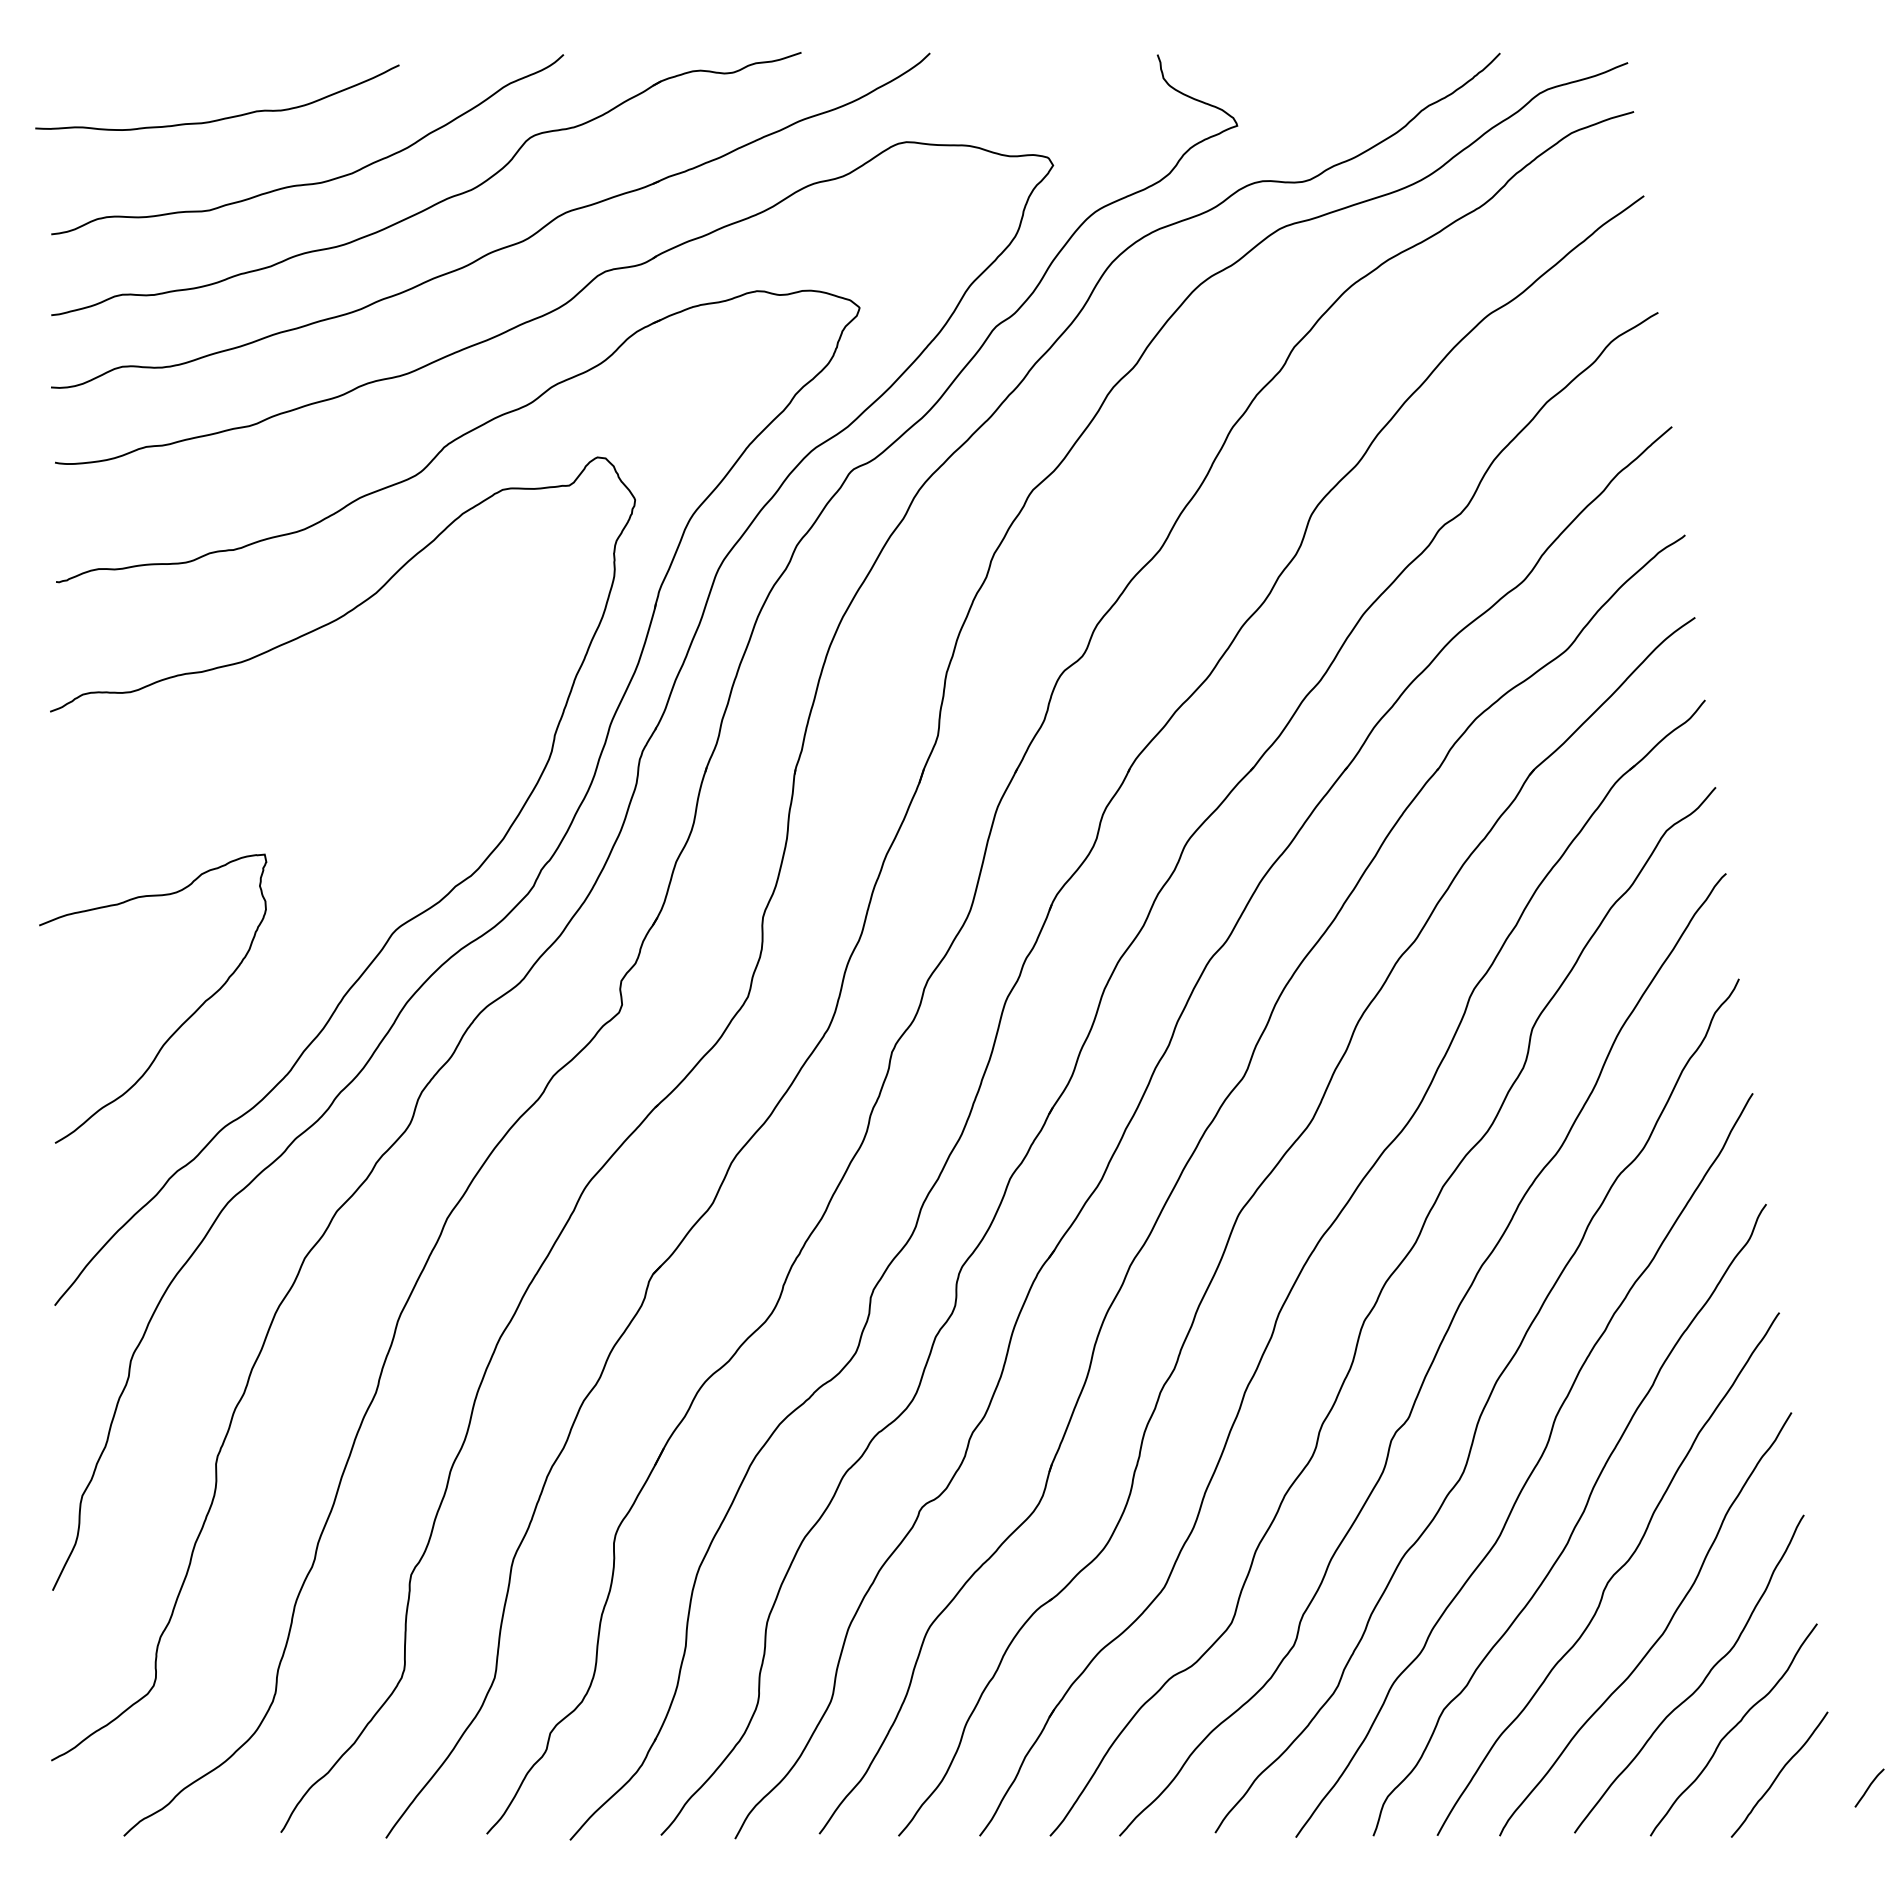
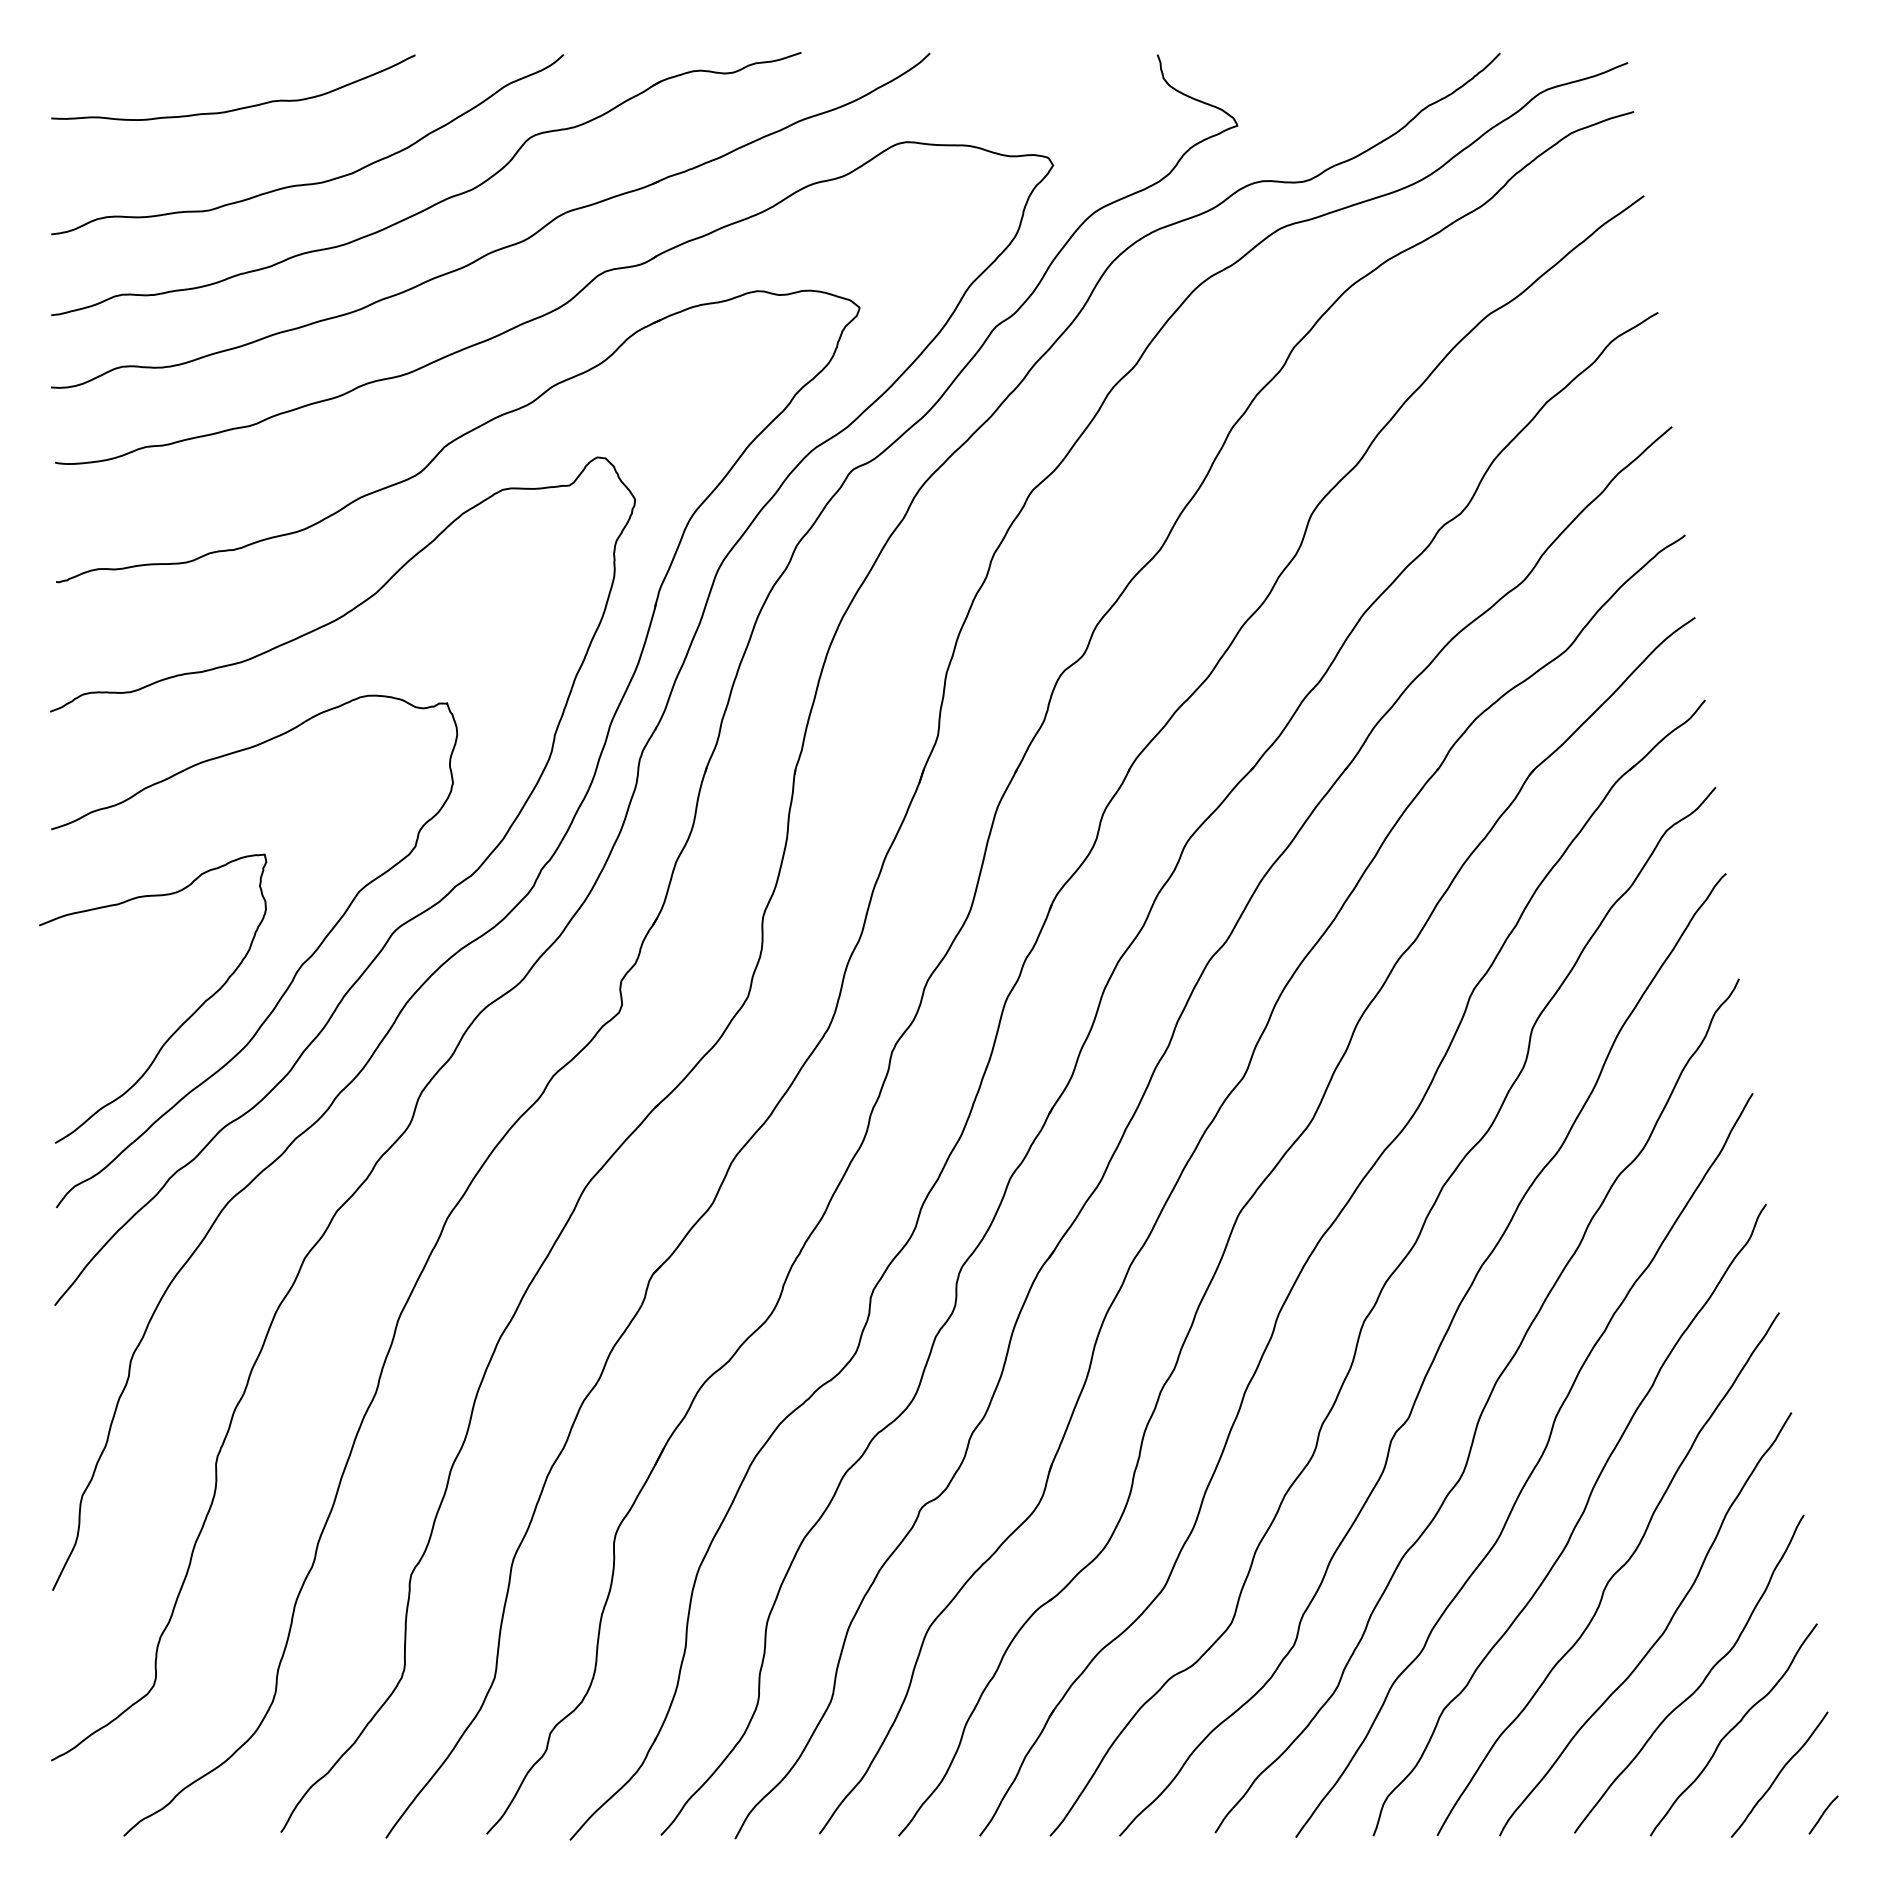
curve at (224, 117) position: (224, 117) -> (240, 107)
curve at (295, 972): none -> present
curve at (1869, 1787) position: (1869, 1787) -> (1823, 1814)
